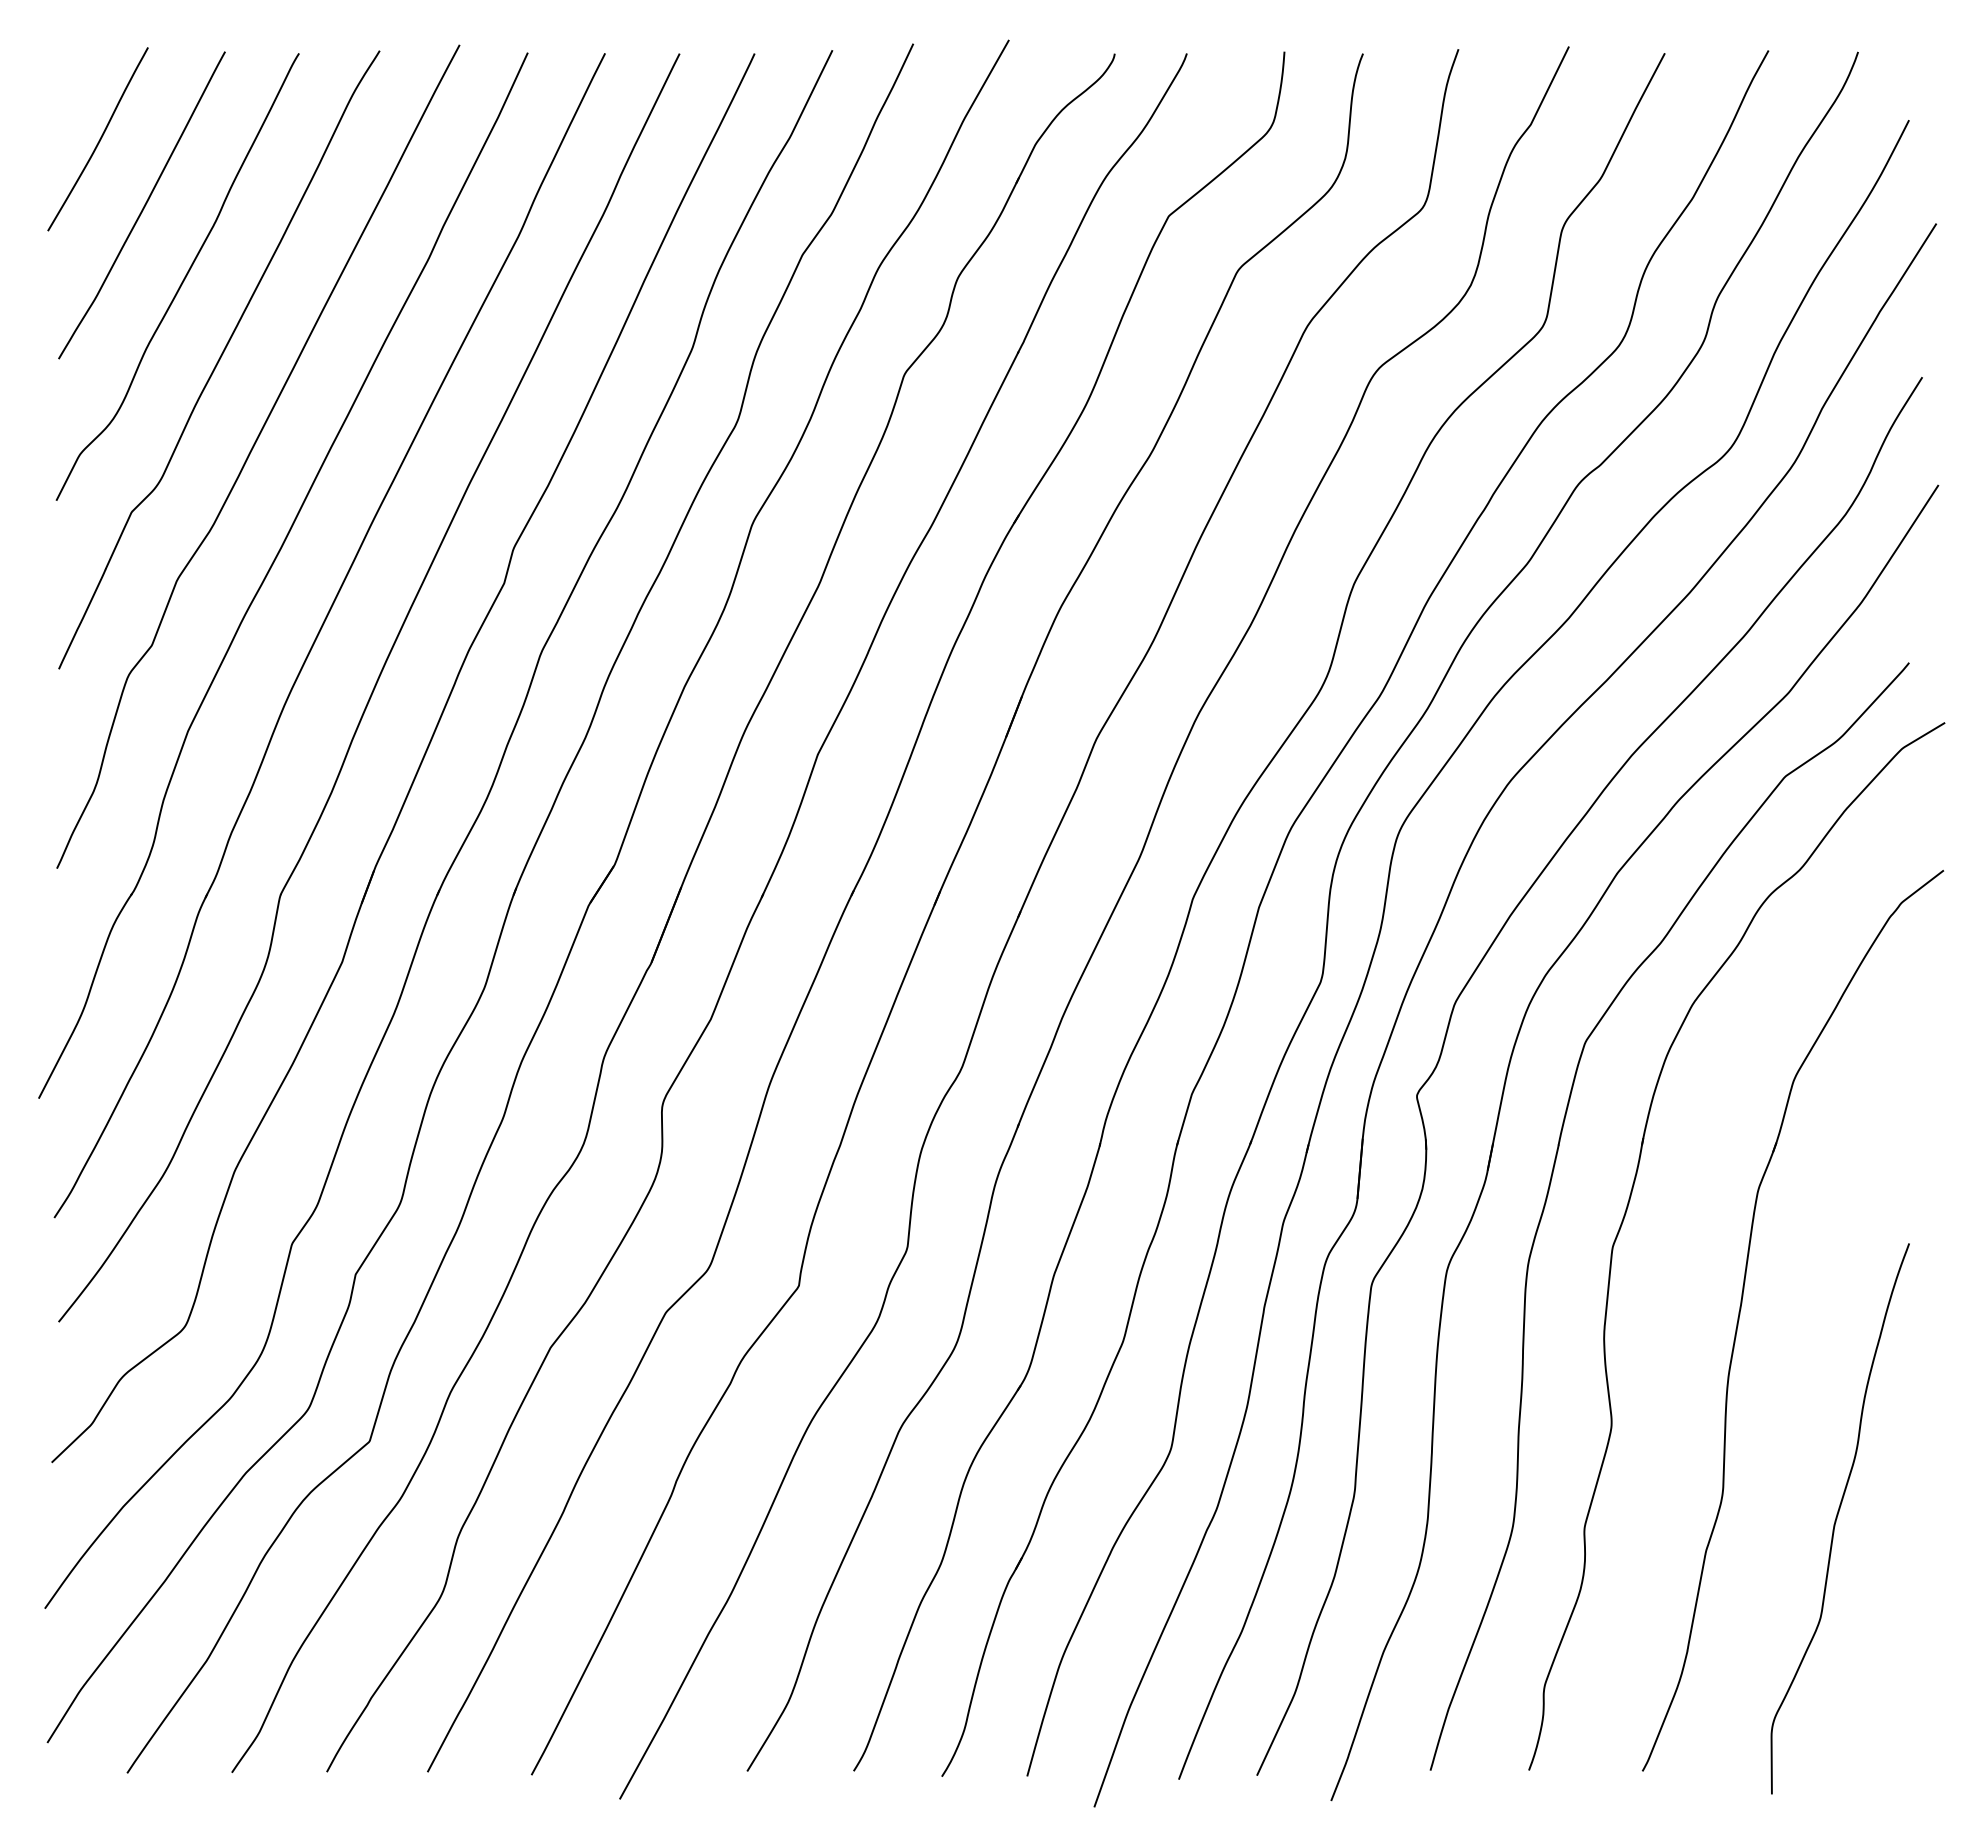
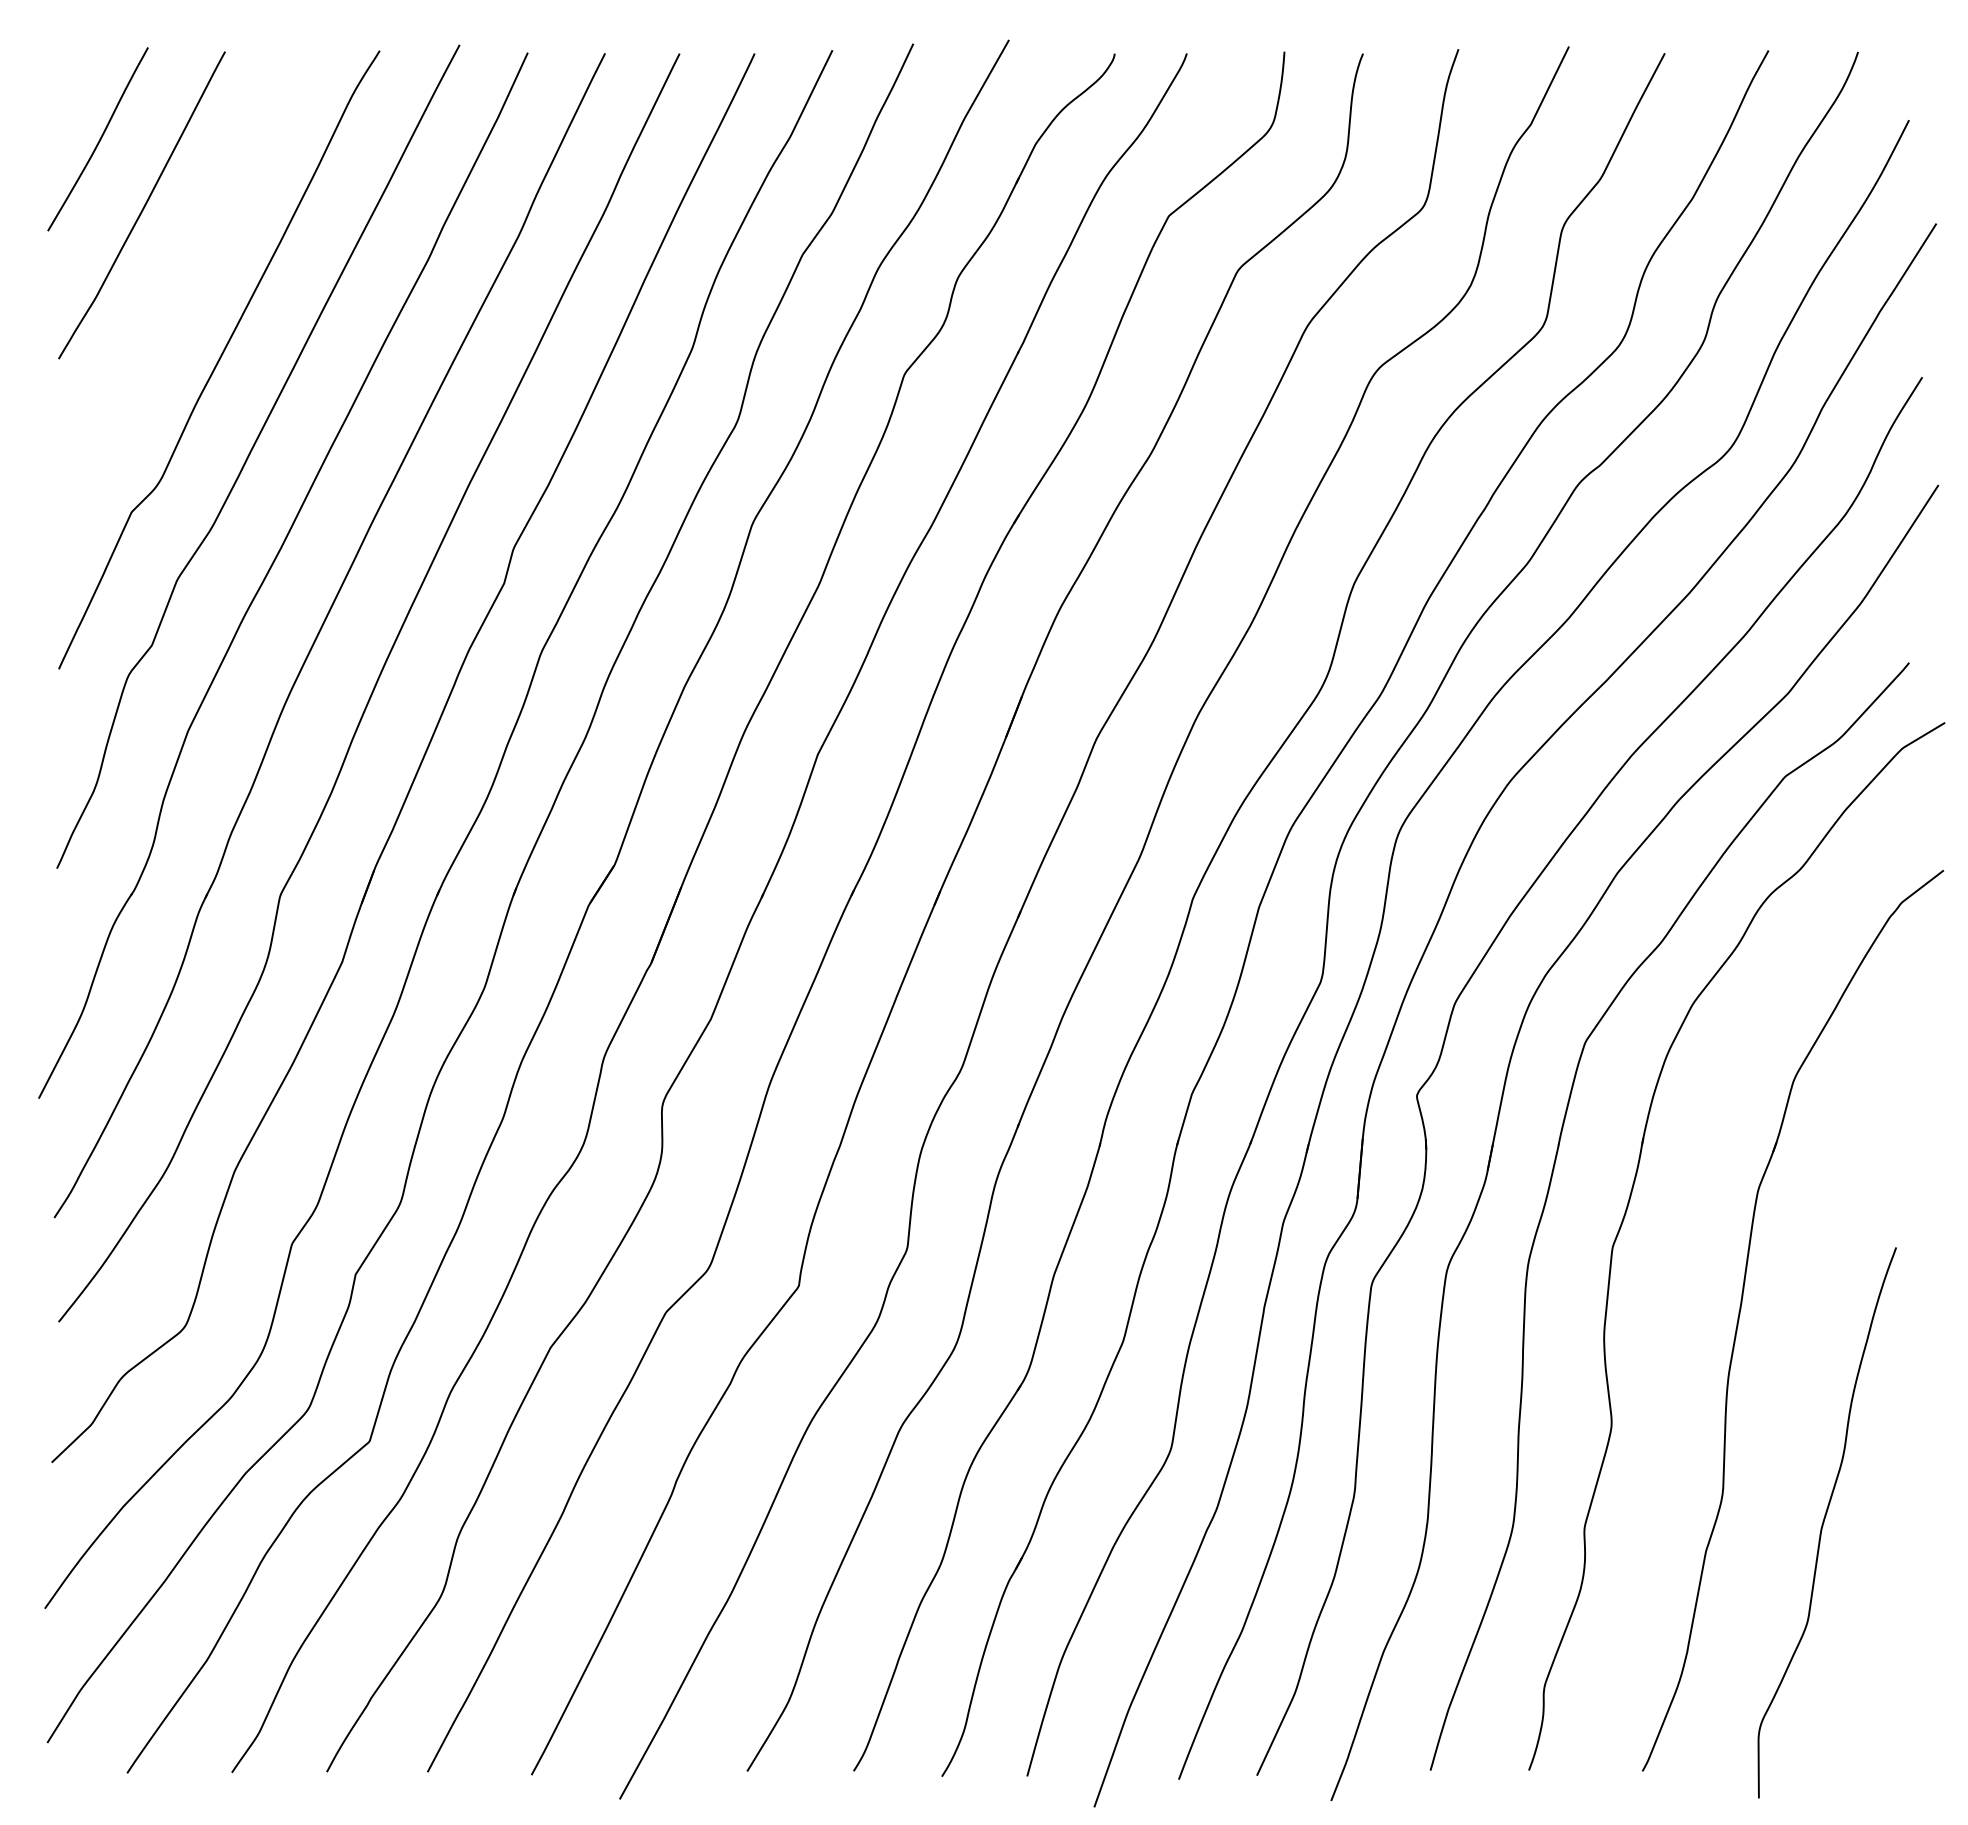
curve at (183, 278): present -> none
curve at (1837, 1518) position: (1837, 1518) -> (1824, 1522)
